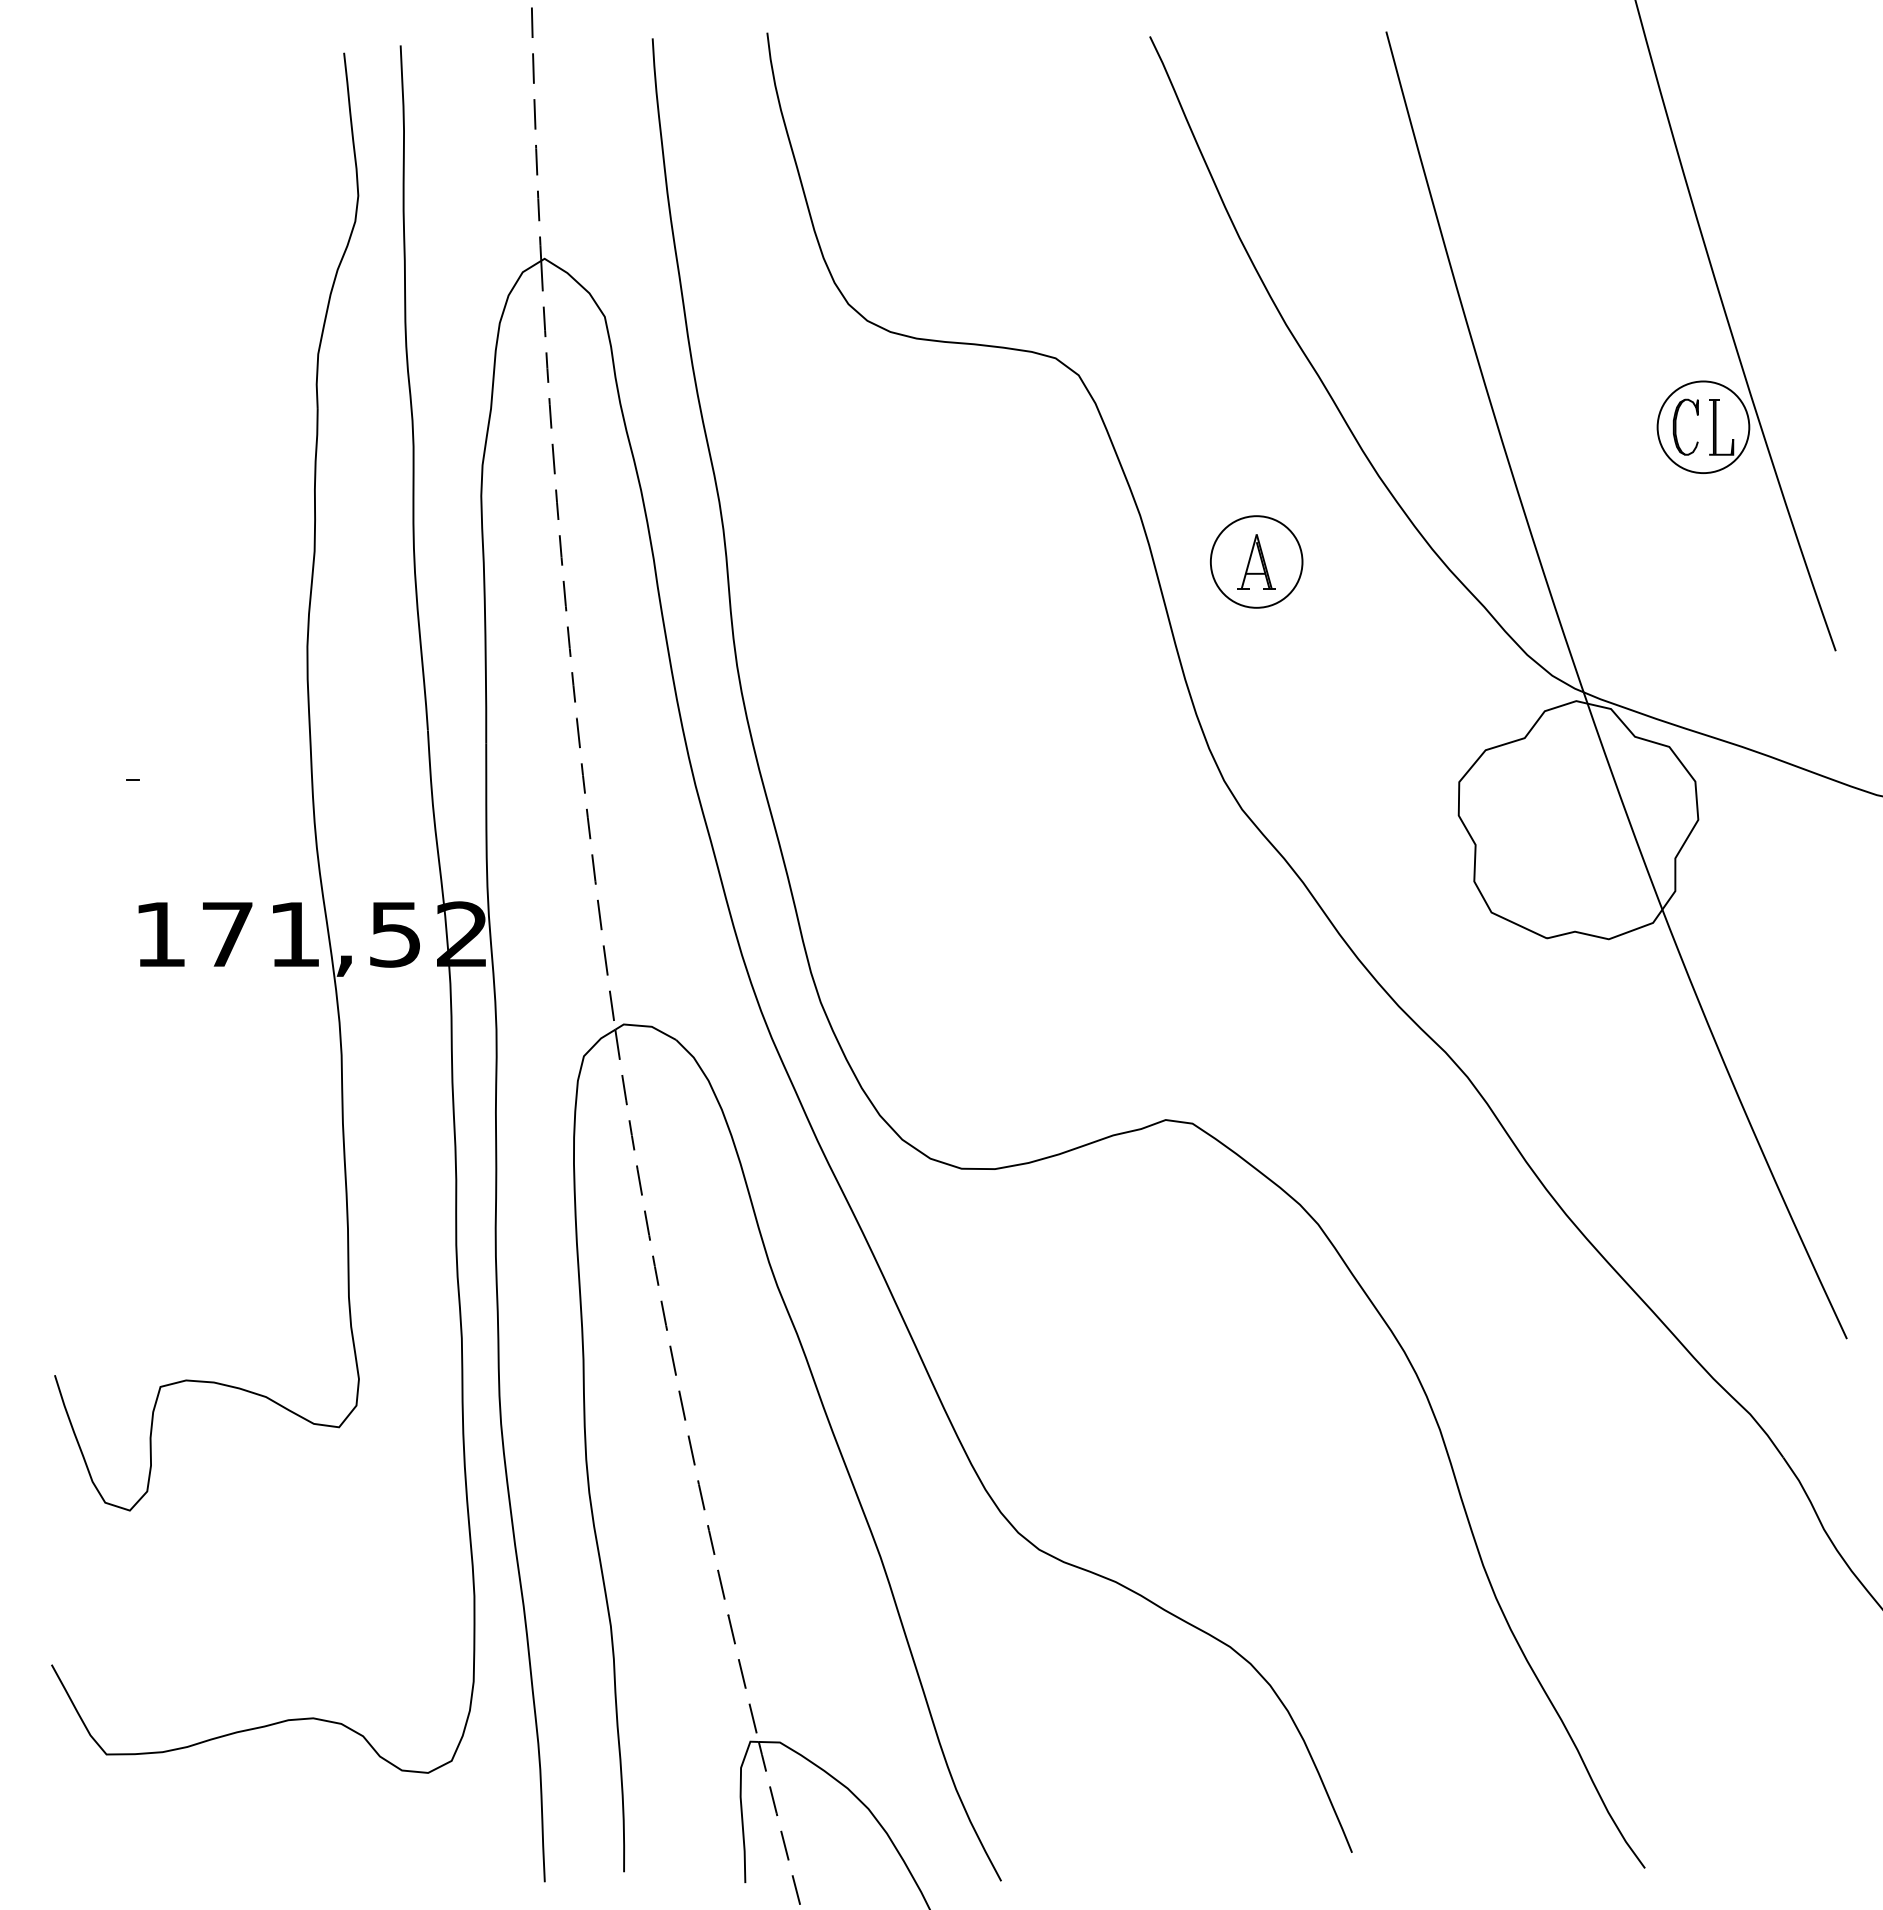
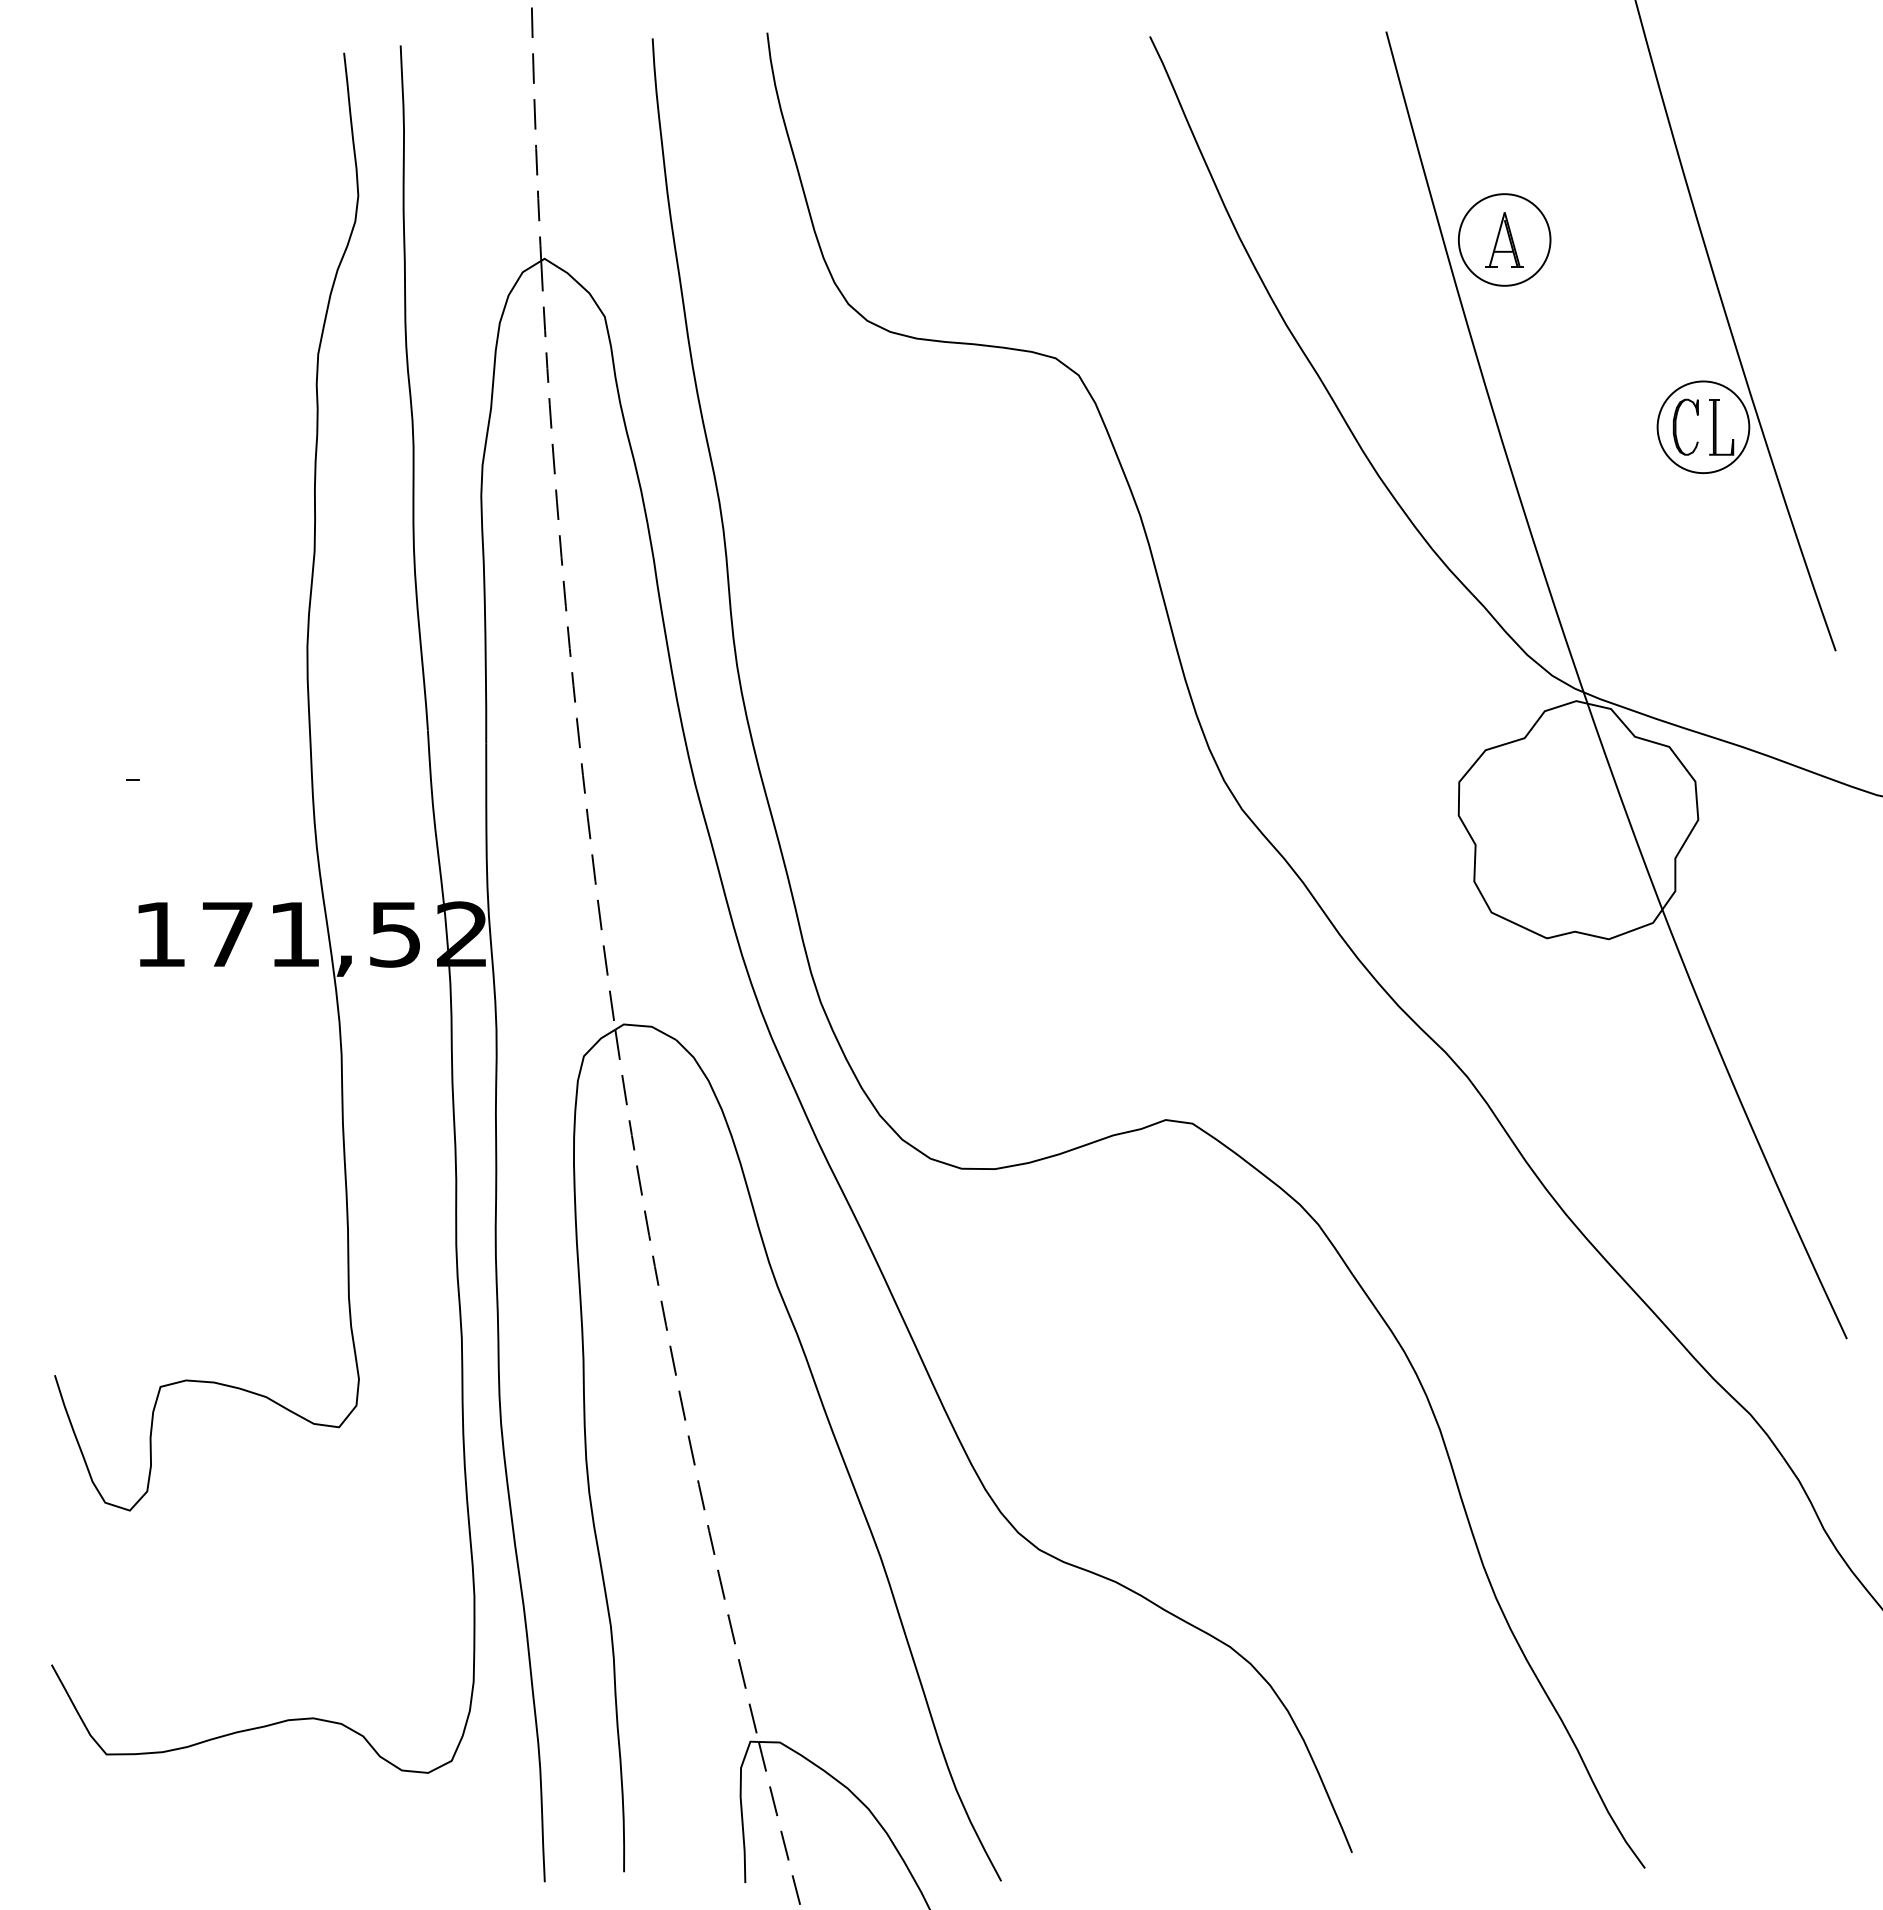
part at (1256, 561) position: (1256, 561) -> (1504, 239)
